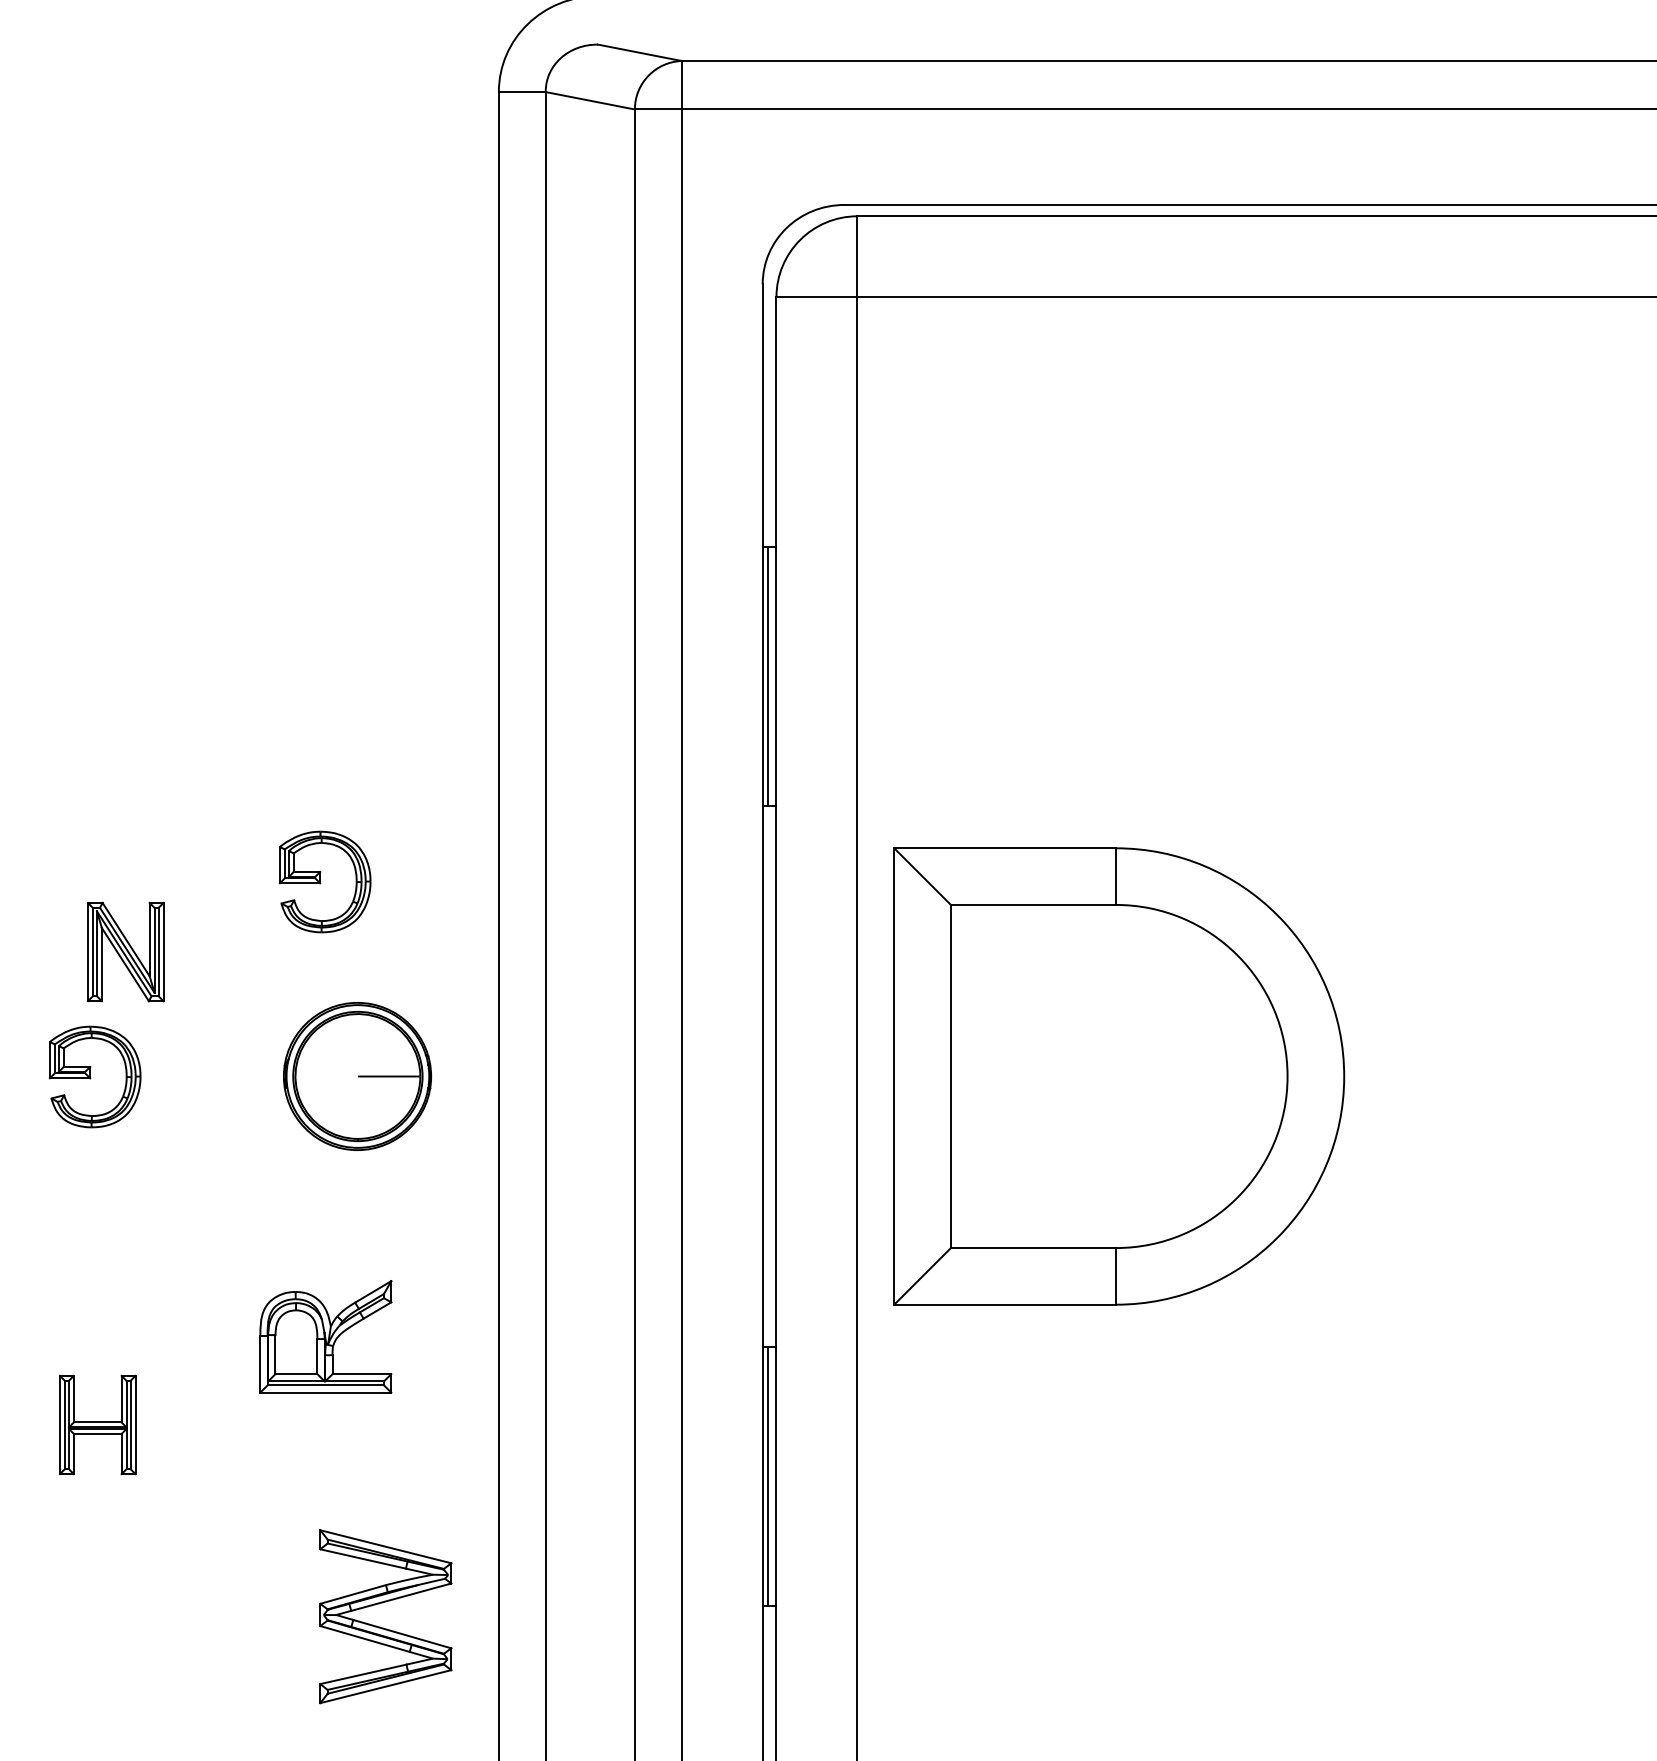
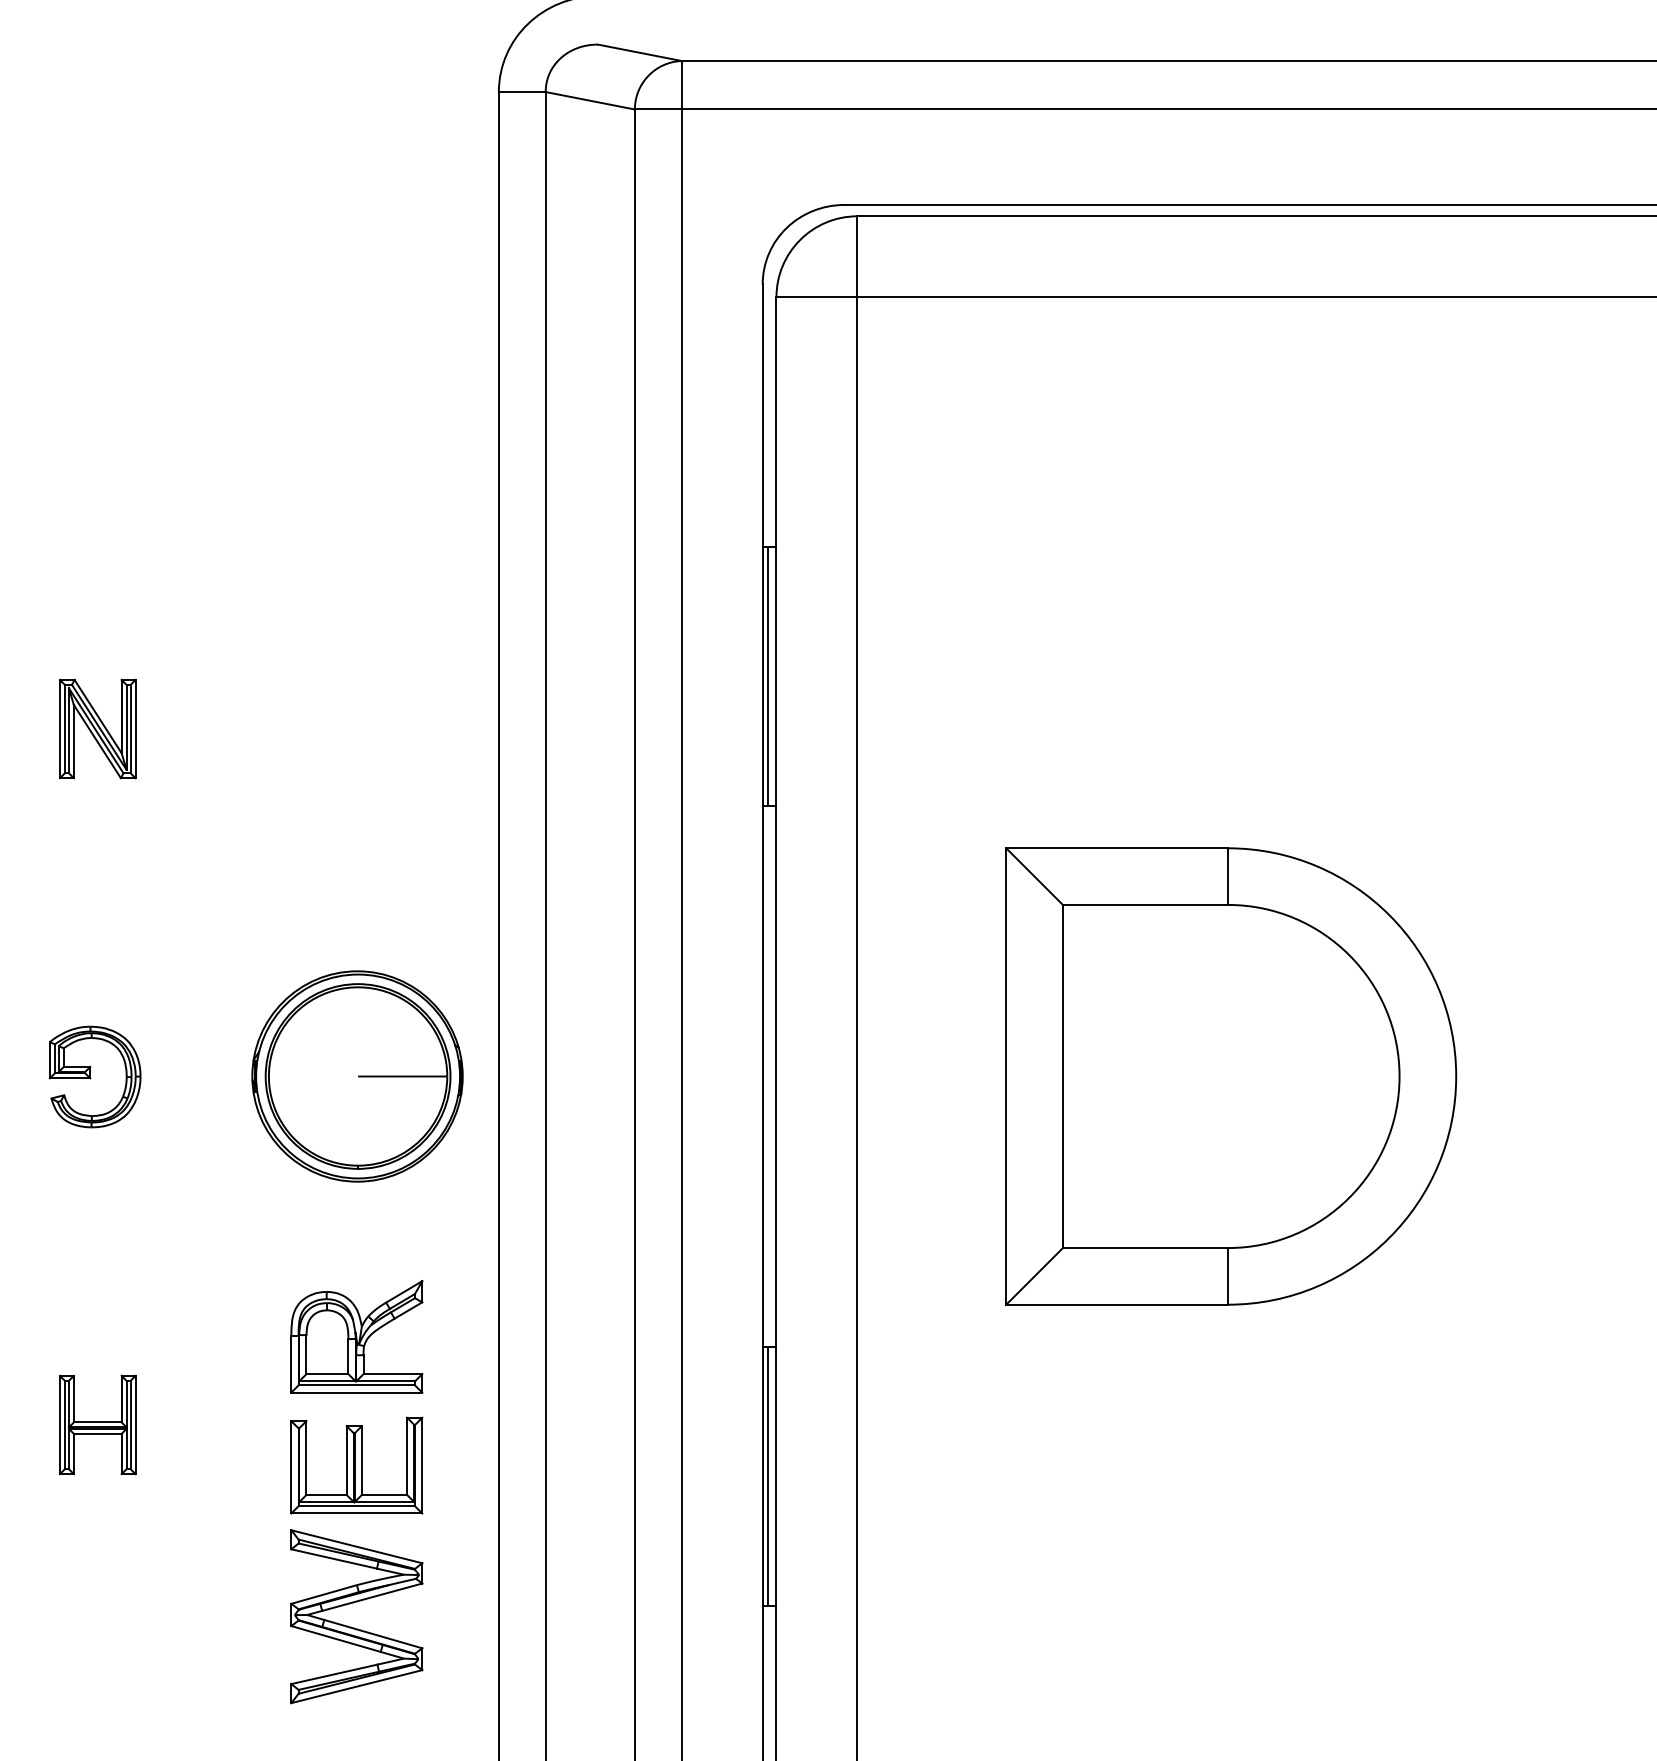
part at (324, 881): present -> none
part at (125, 951) position: (125, 951) -> (97, 728)
part at (357, 1076) size: 150x149 px -> 213x213 px
part at (1119, 1076) position: (1119, 1076) -> (1231, 1076)
part at (325, 1336) position: (325, 1336) -> (356, 1336)
part at (356, 1465): none -> present
part at (380, 1626) position: (380, 1626) -> (351, 1626)
